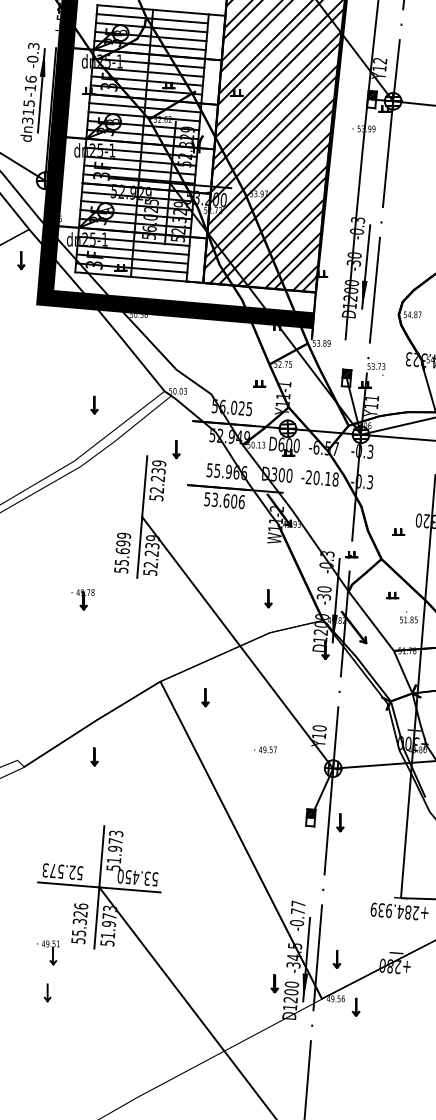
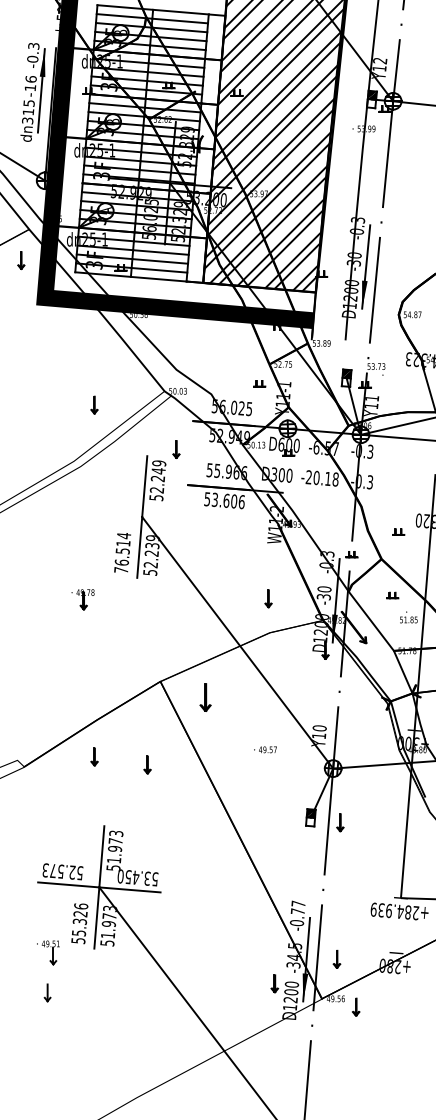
text at (158, 471): 52.239 -> 52.249
text at (122, 552): 55.699 -> 76.514
part at (205, 697) size: 9x20 px -> 13x29 px
part at (147, 764): none -> present
